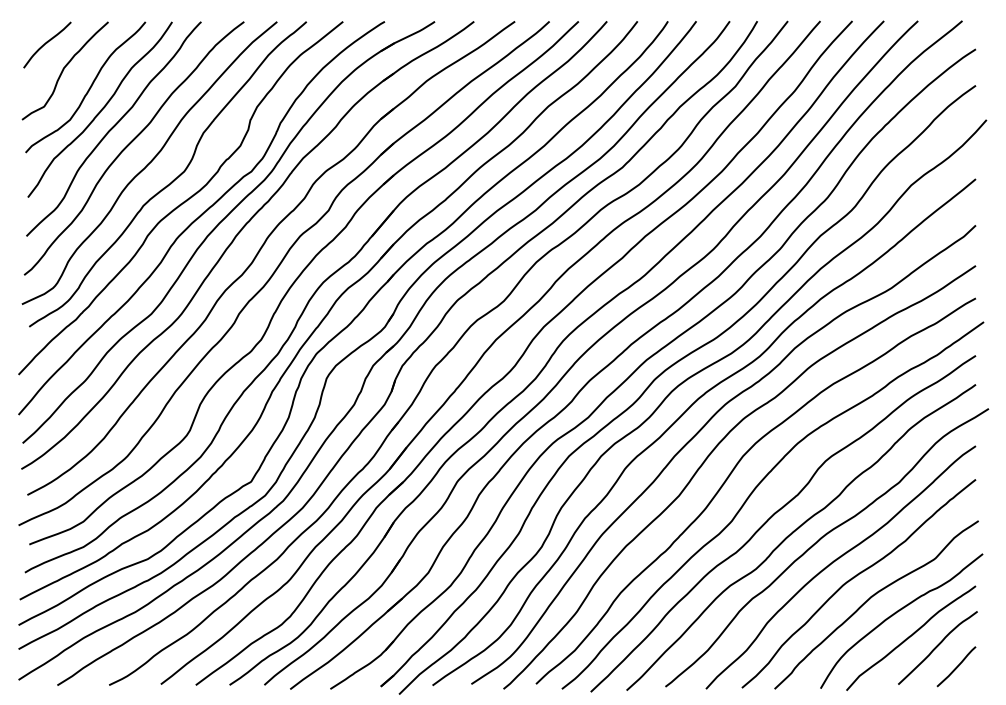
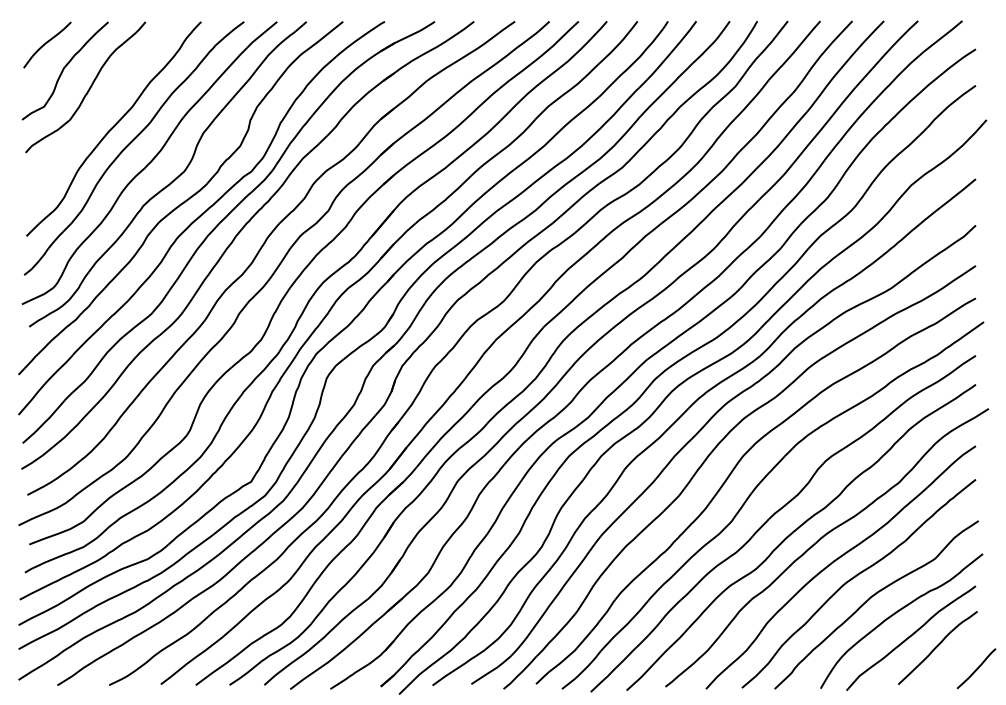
curve at (100, 110): present -> none
line at (956, 666) position: (956, 666) -> (976, 668)
